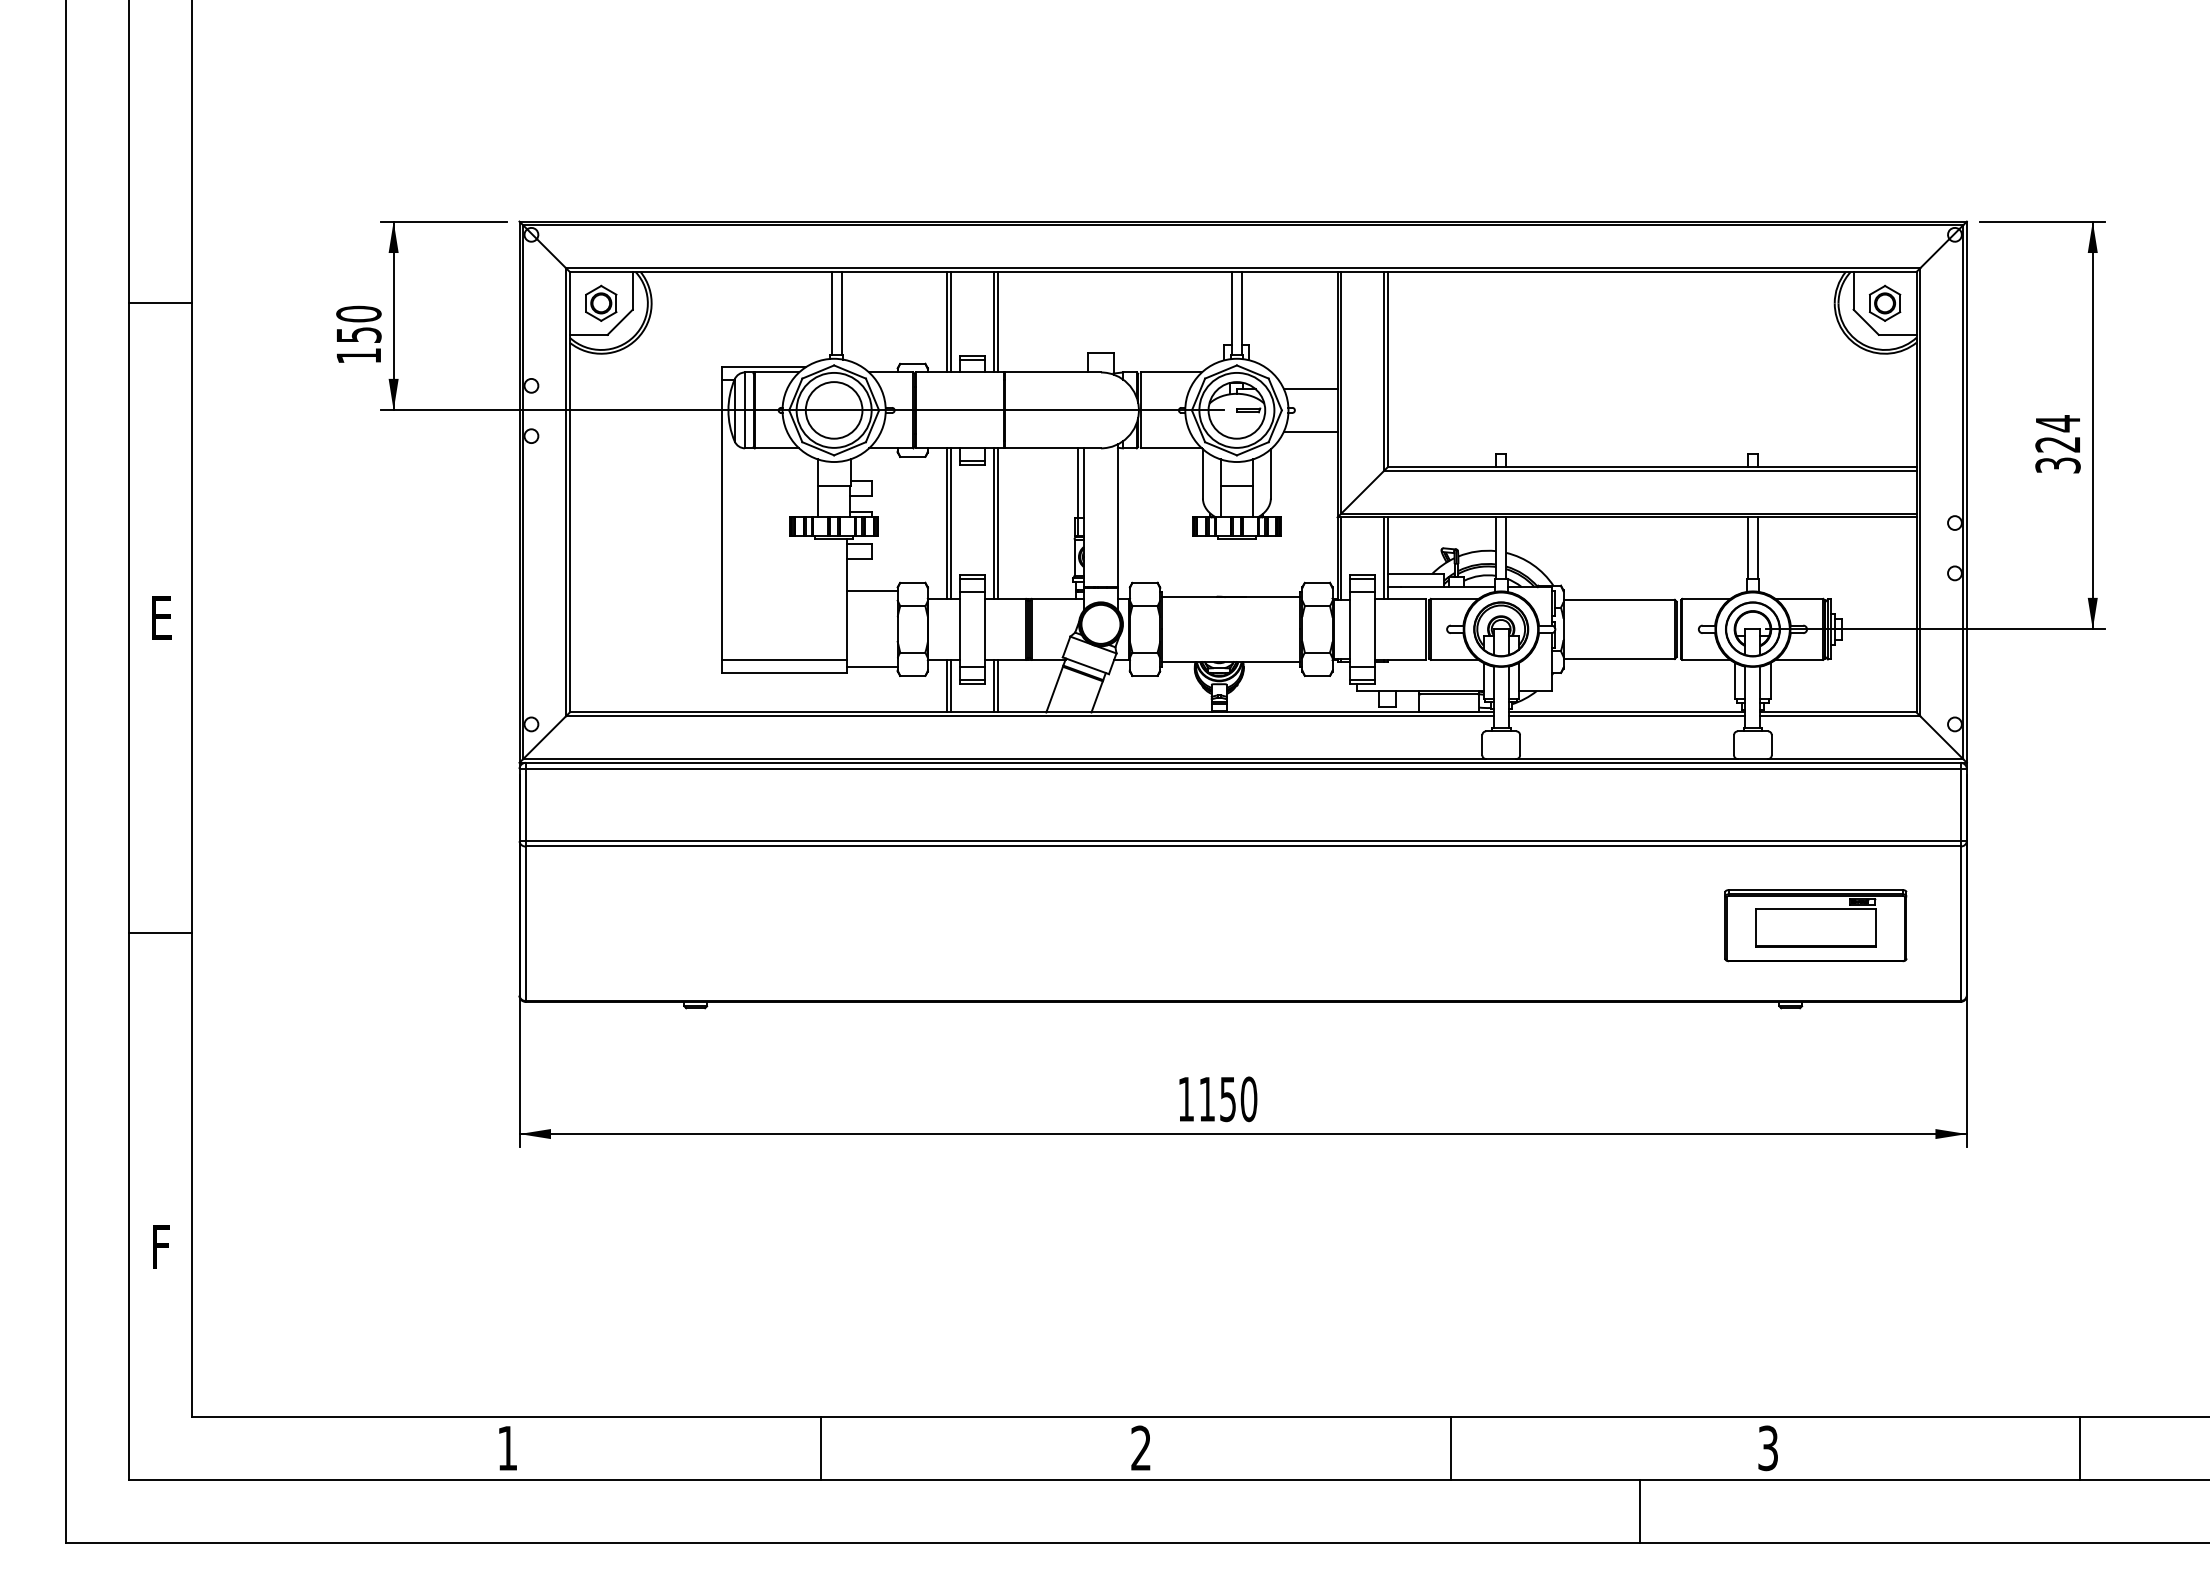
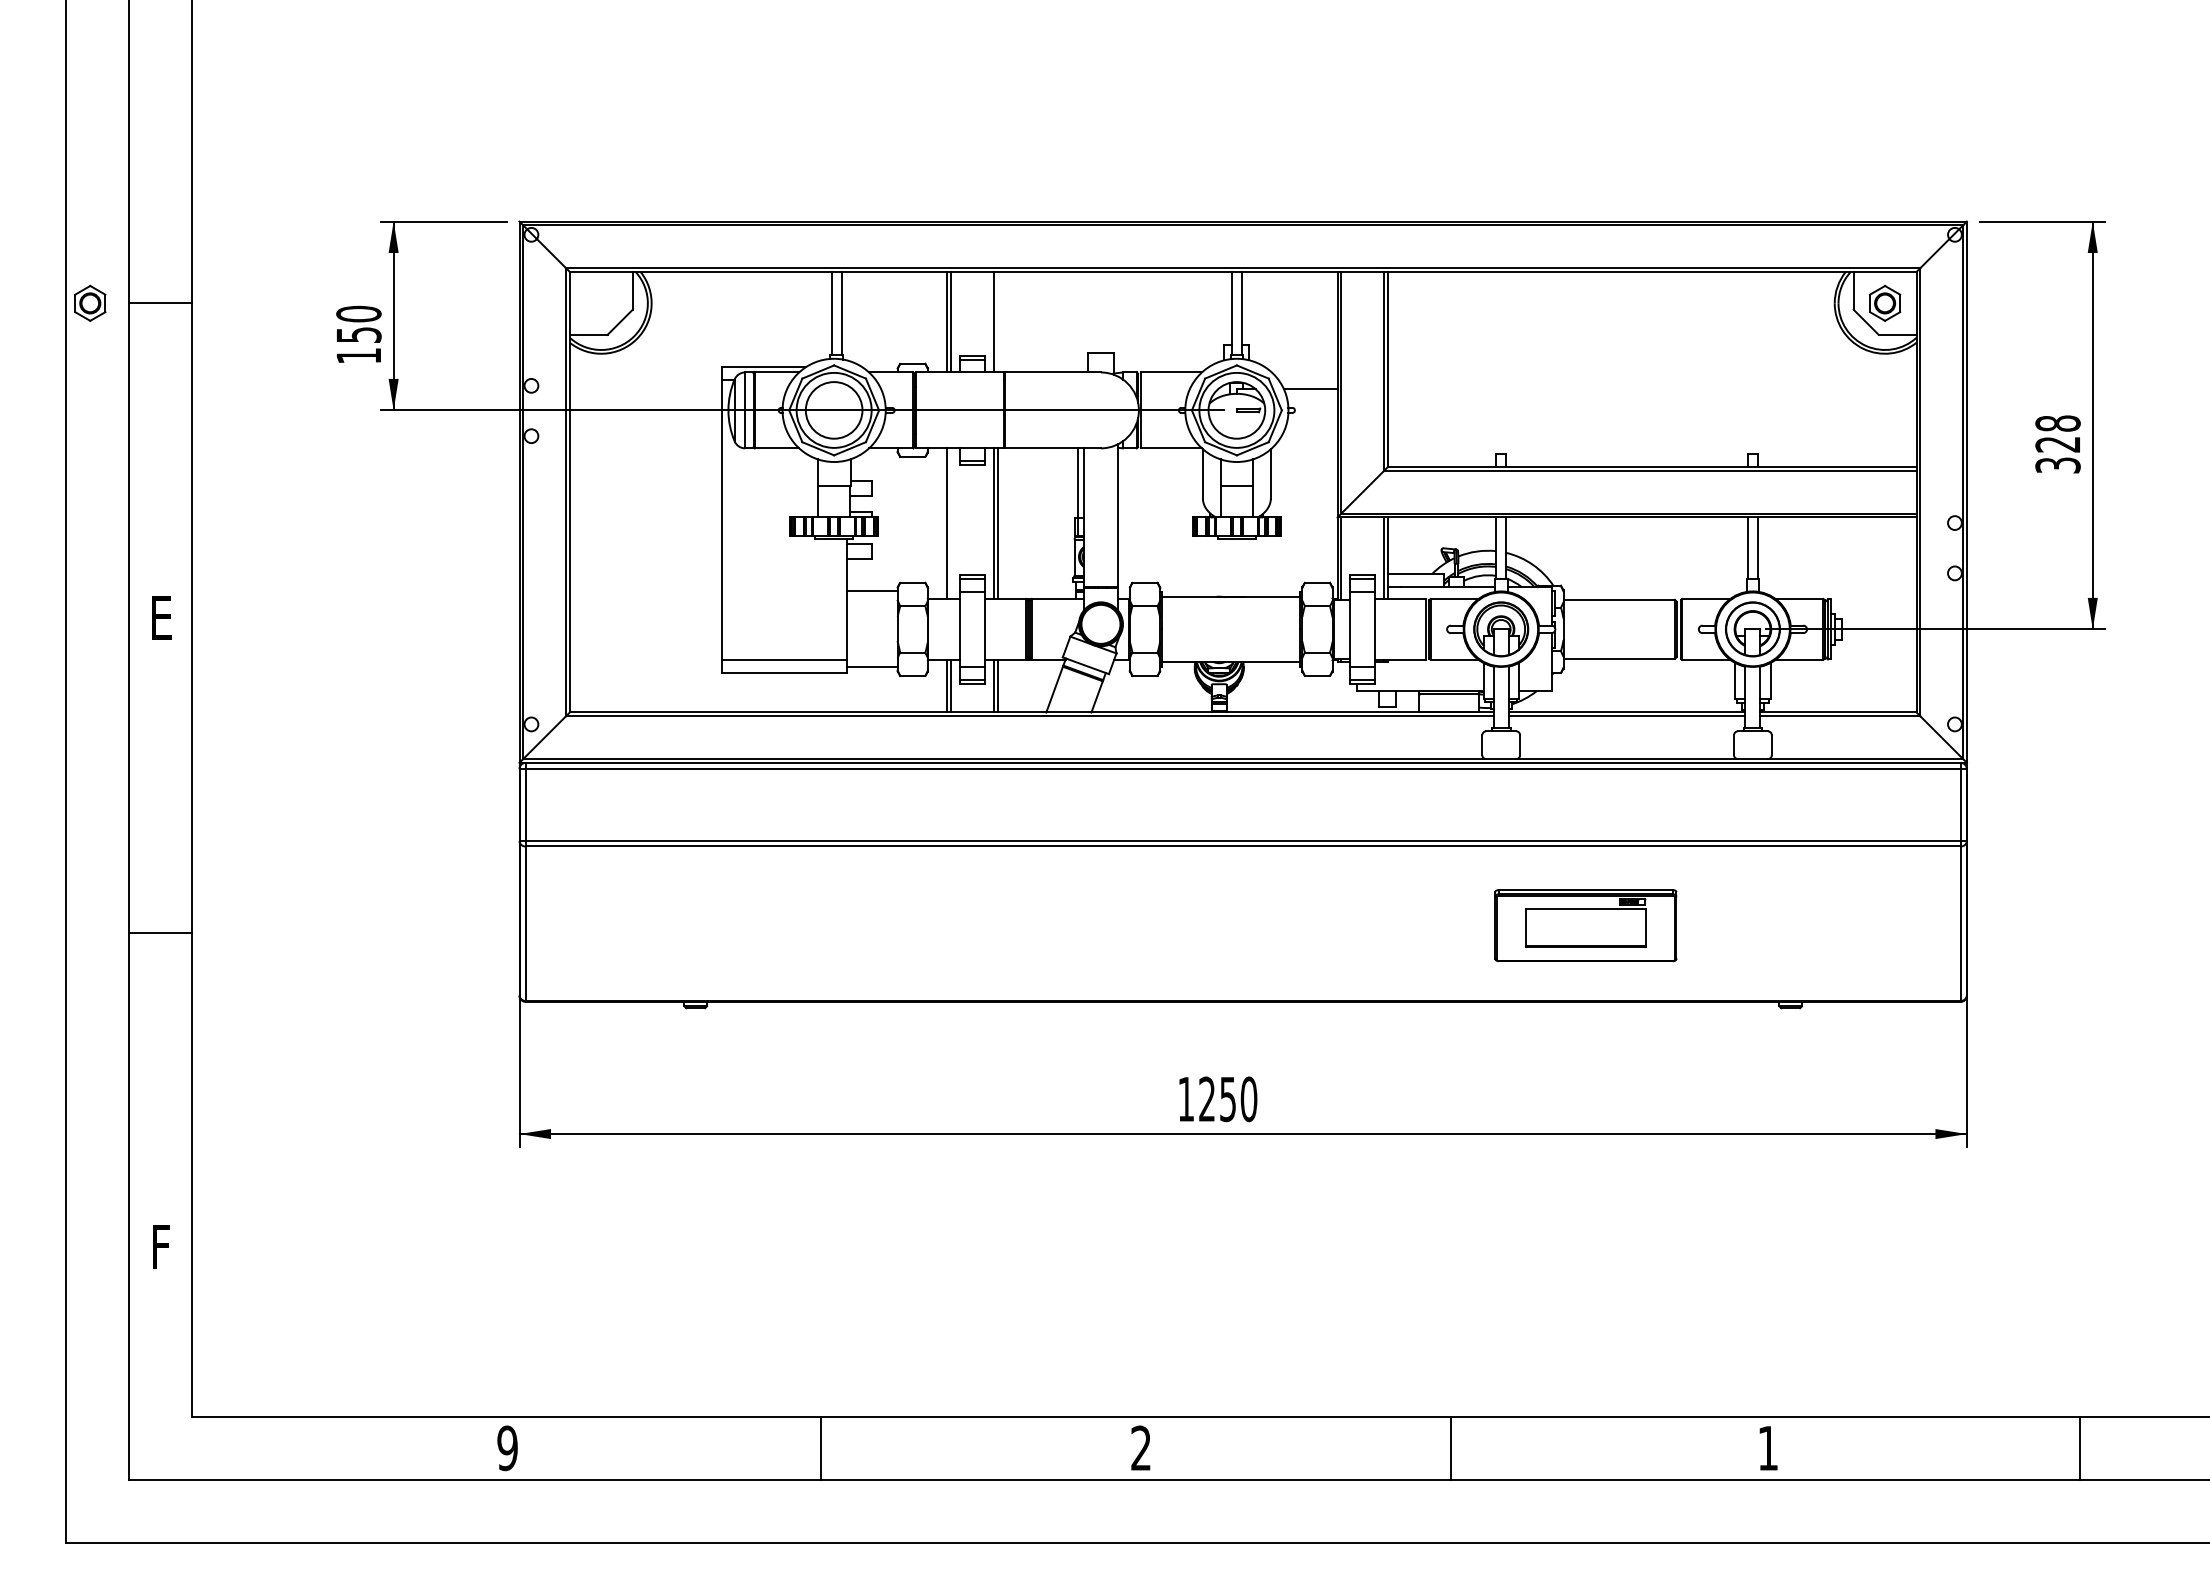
part at (601, 302) position: (601, 302) -> (90, 302)
line at (997, 321): present -> none
text at (2057, 423): 324 -> 328
line at (1310, 431): present -> none
line at (951, 523): present -> none
part at (1815, 925) position: (1815, 925) -> (1585, 925)
text at (1206, 1098): 1150 -> 1250
text at (507, 1448): 1 -> 9
text at (1767, 1448): 3 -> 1
line at (1639, 1511): present -> none
